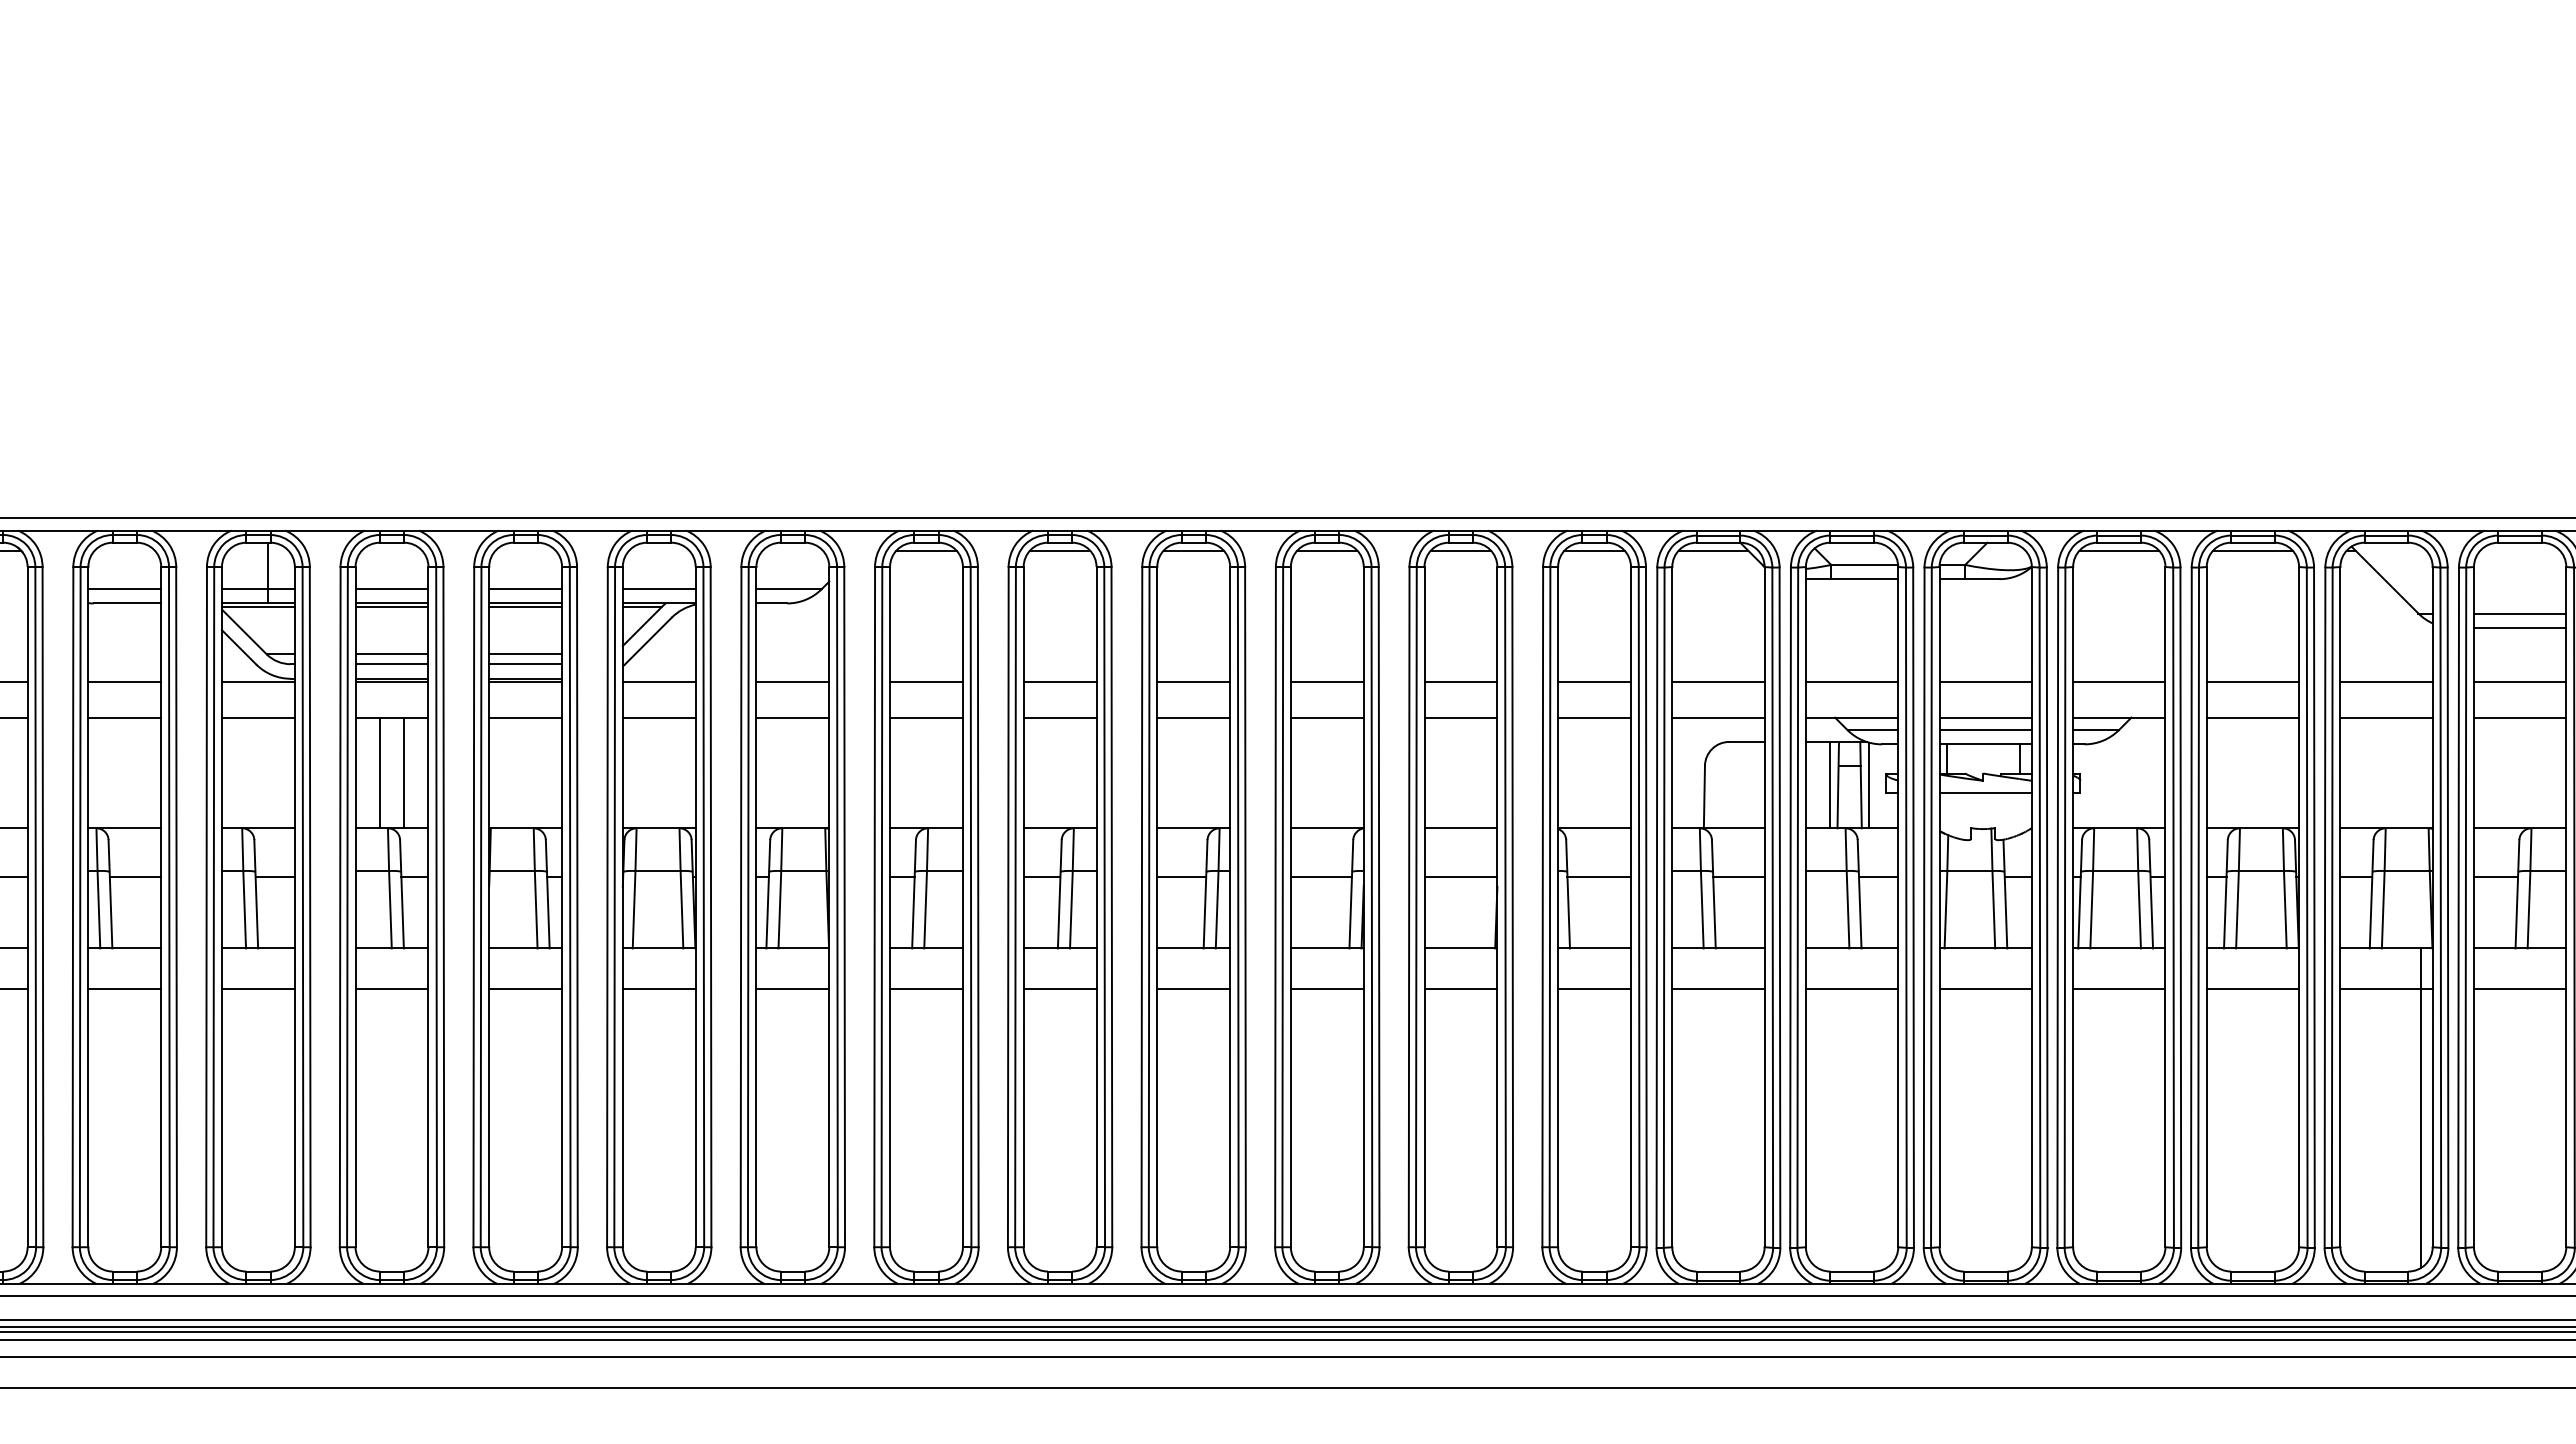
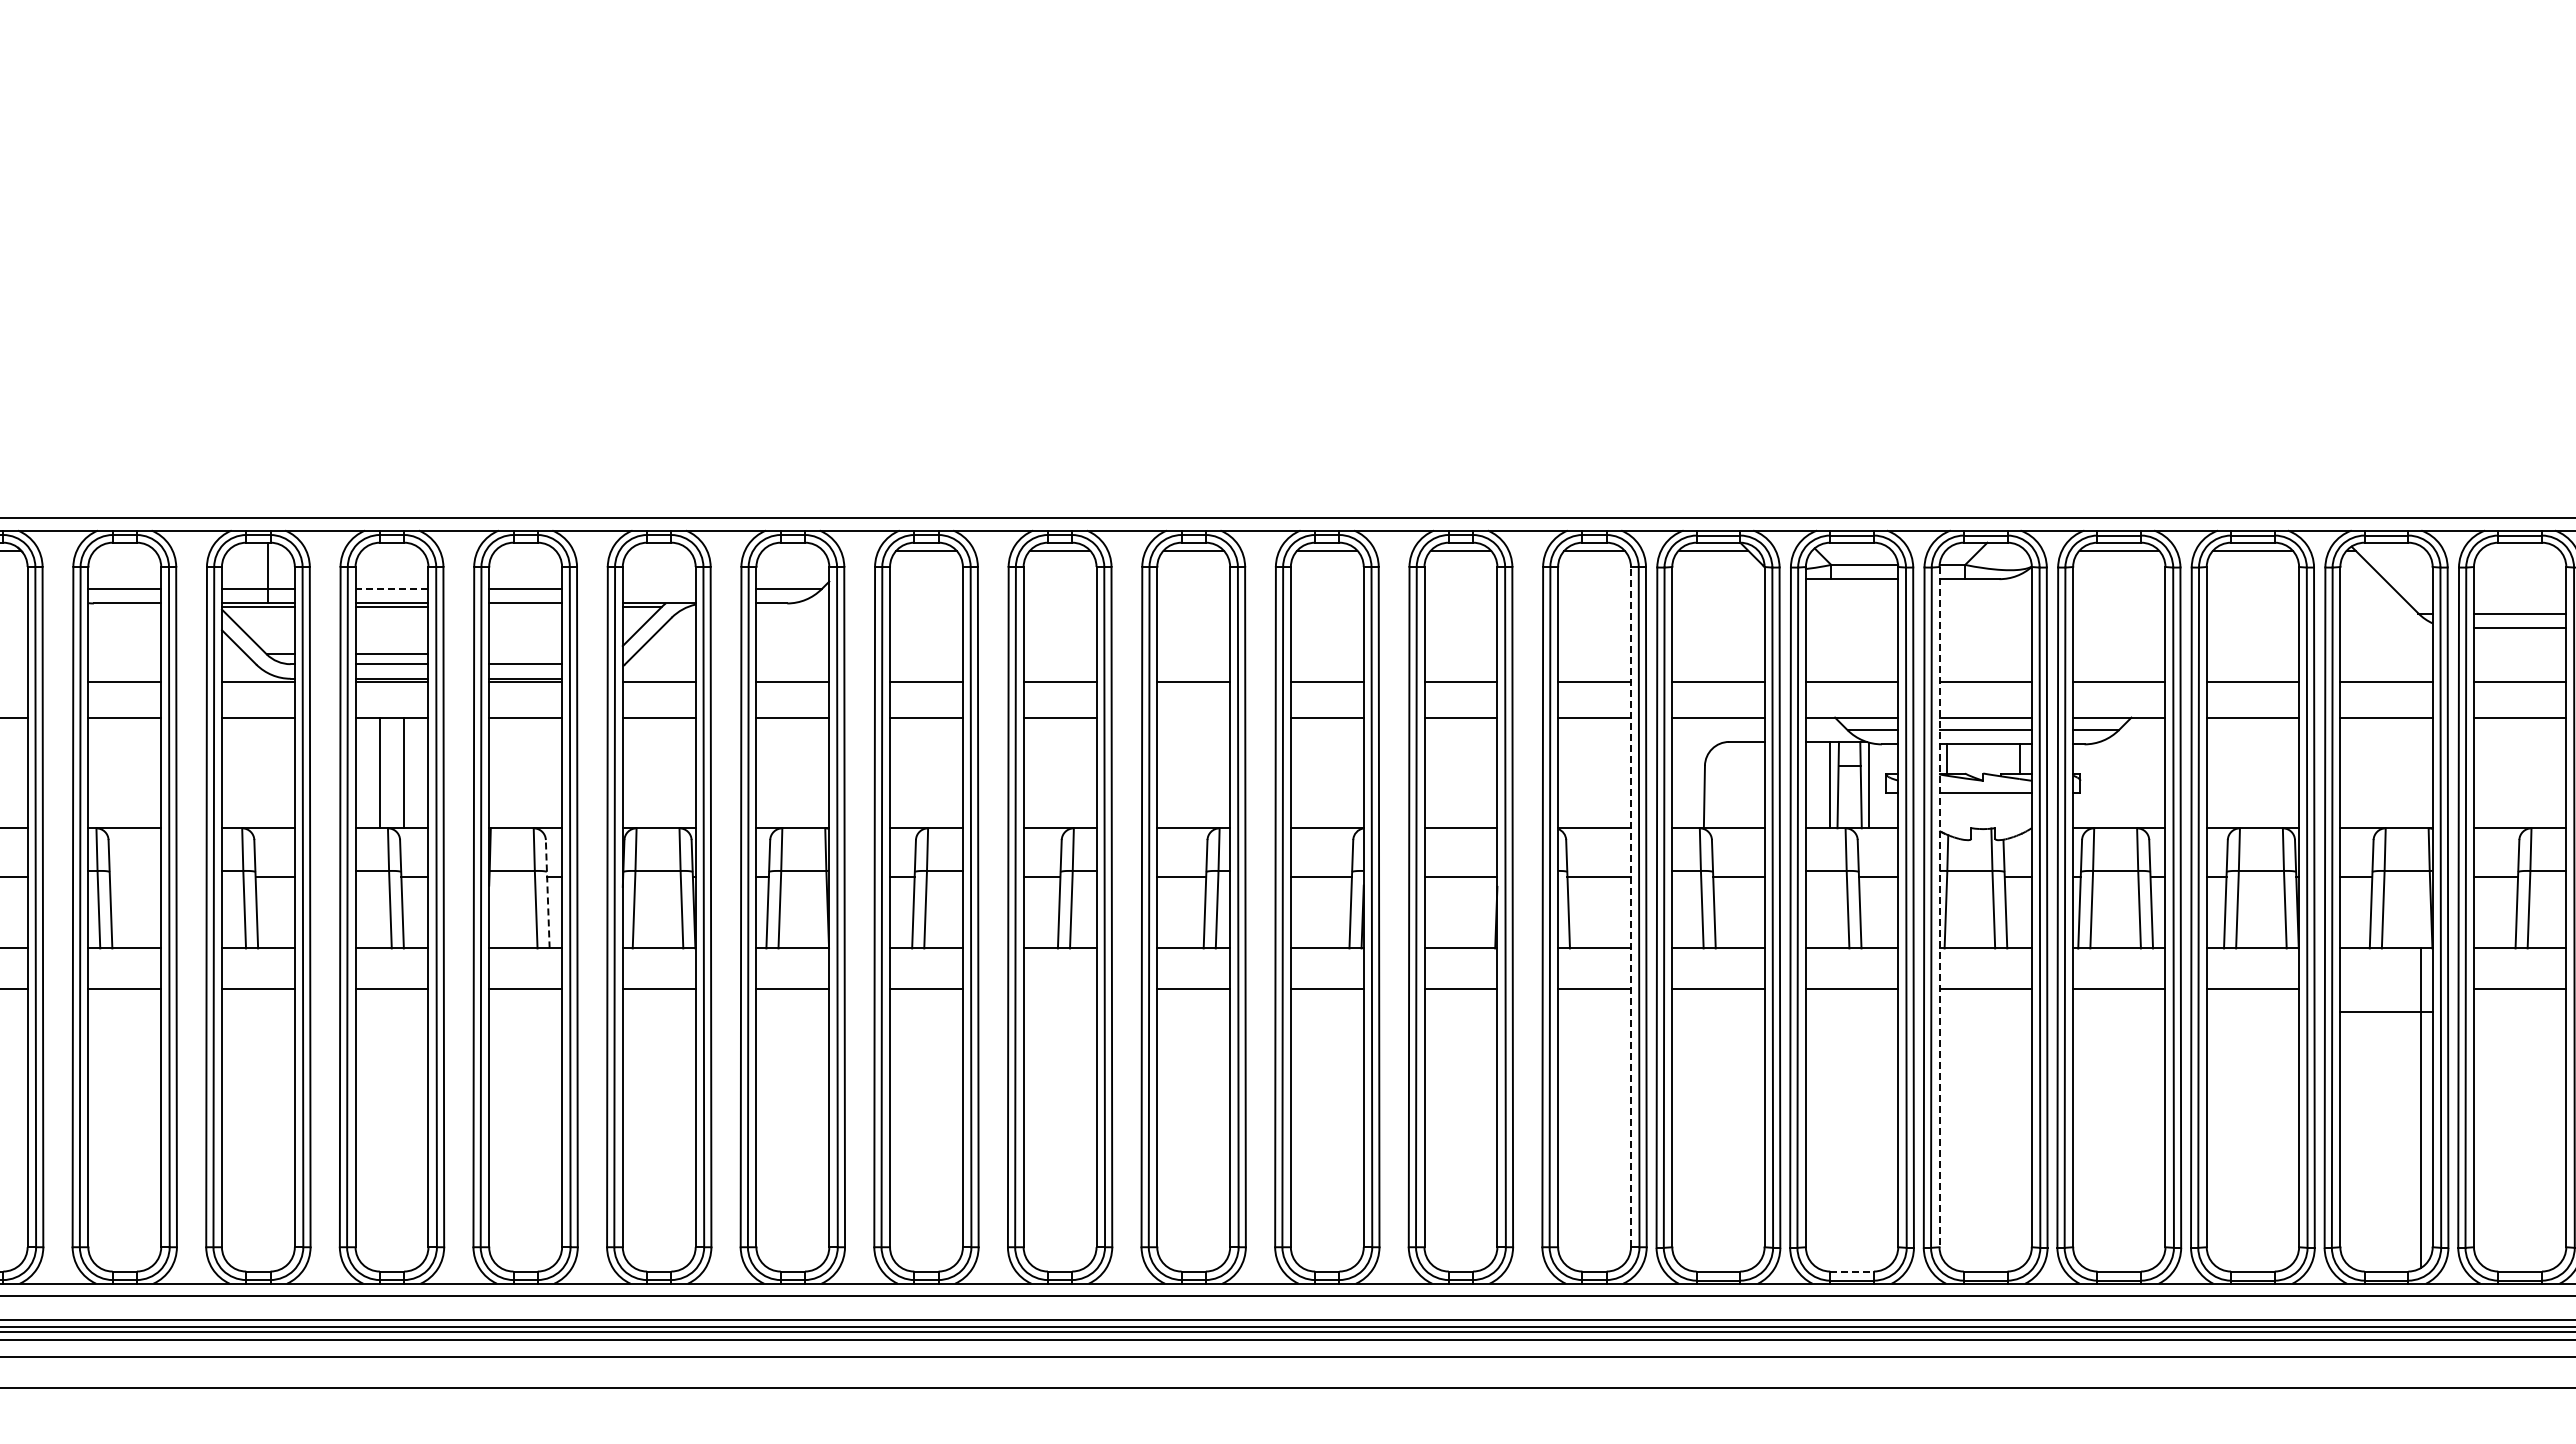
line at (391, 589): solid -> dashed
line at (658, 589): present -> none
line at (525, 607): present -> none
line at (525, 654): present -> none
line at (14, 682): present -> none
line at (1193, 717): present -> none
line at (135, 876): present -> none
line at (547, 893): solid -> dashed
line at (1631, 906): solid -> dashed
line at (1939, 907): solid -> dashed
line at (1059, 988): present -> none
line at (2386, 988) position: (2386, 988) -> (2386, 1011)
line at (1852, 1271): solid -> dashed
